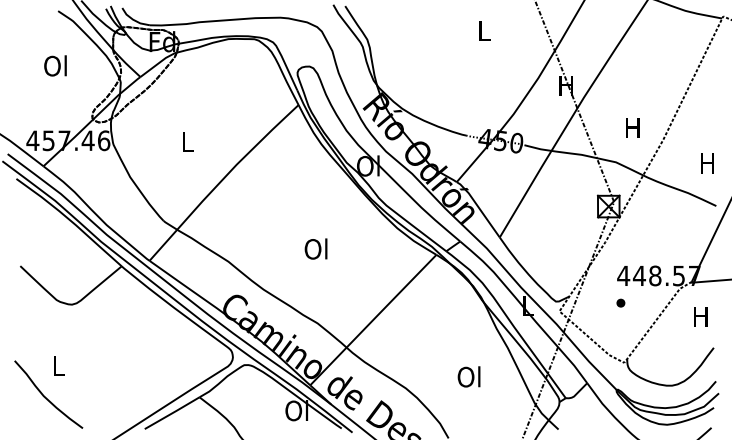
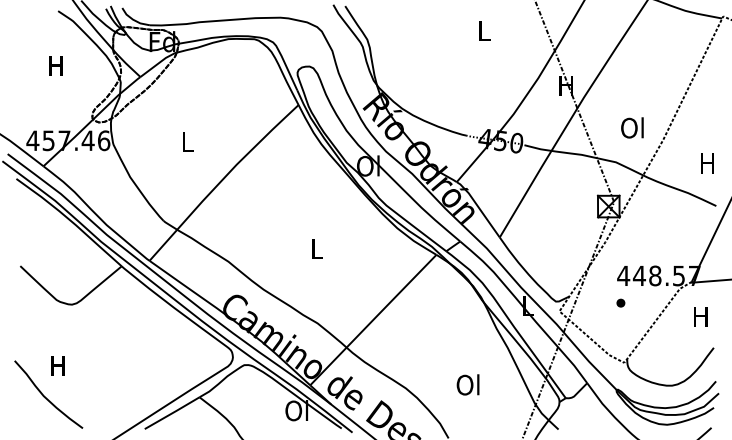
text at (55, 65): Ol -> H
text at (632, 127): H -> Ol
text at (315, 248): Ol -> L
text at (57, 365): L -> H
text at (468, 376) position: (468, 376) -> (467, 384)
